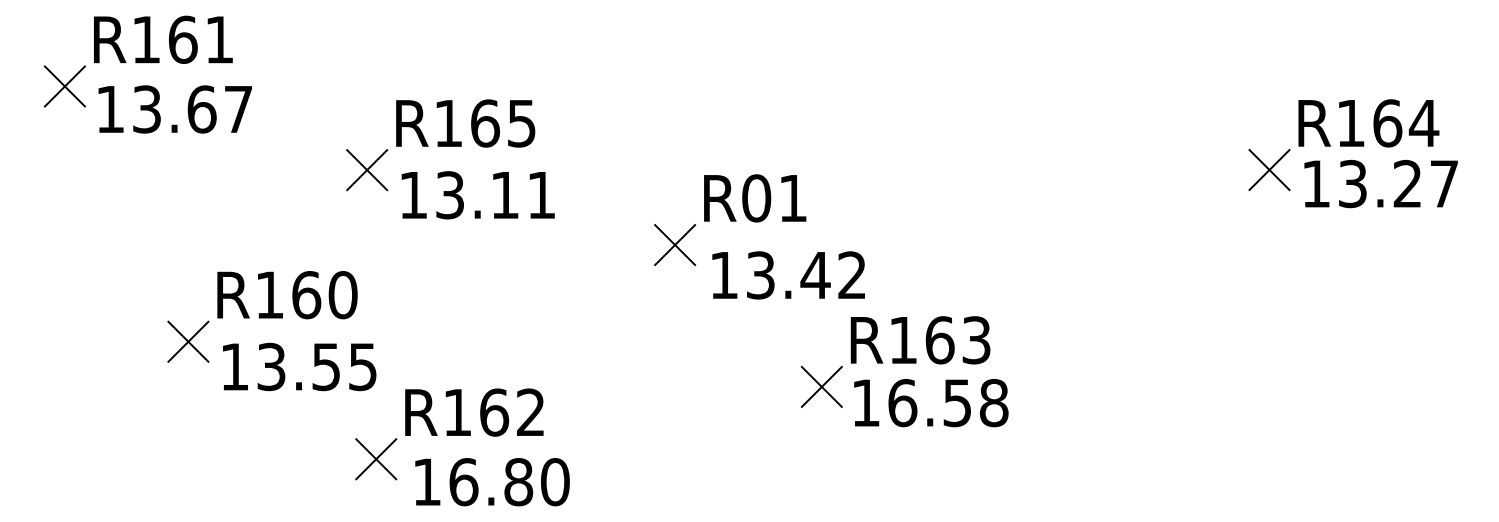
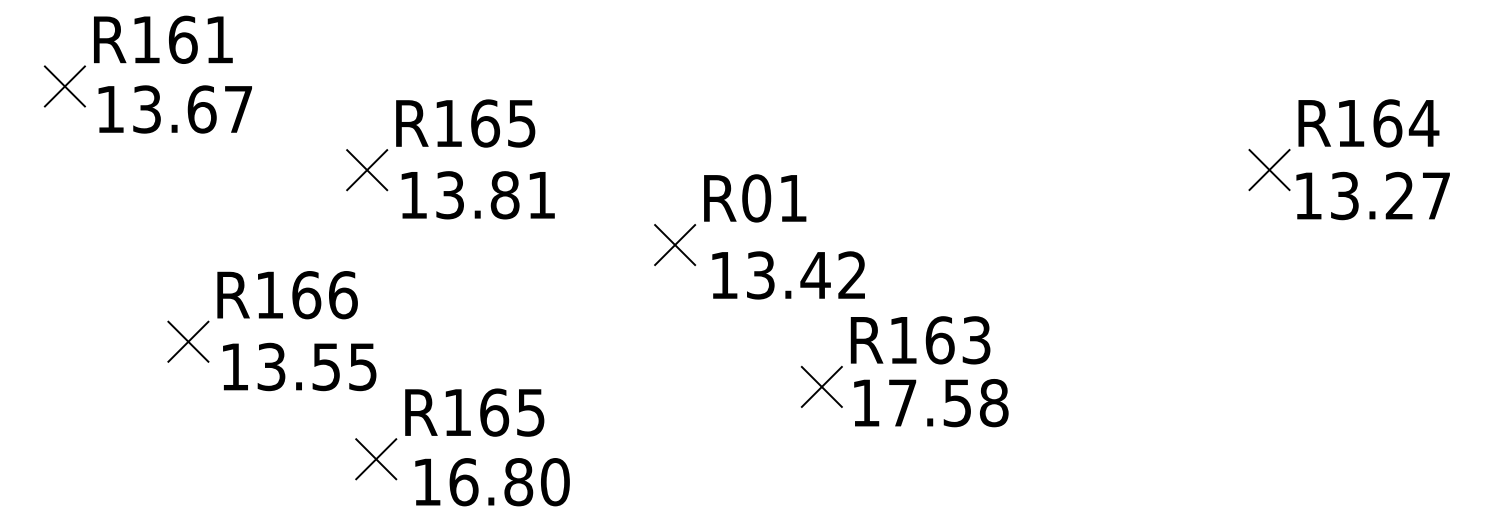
text at (1380, 183) position: (1380, 183) -> (1372, 195)
text at (504, 195): 13.11 -> 13.81
text at (342, 295): R160 -> R166
text at (902, 403): 16.58 -> 17.58
text at (530, 412): R162 -> R165
